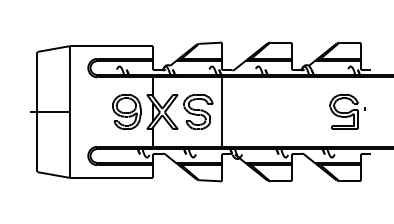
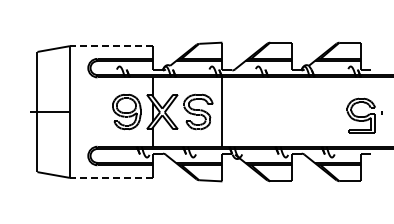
line at (111, 46): solid -> dashed
part at (347, 111) position: (347, 111) -> (364, 115)
line at (111, 177): solid -> dashed
